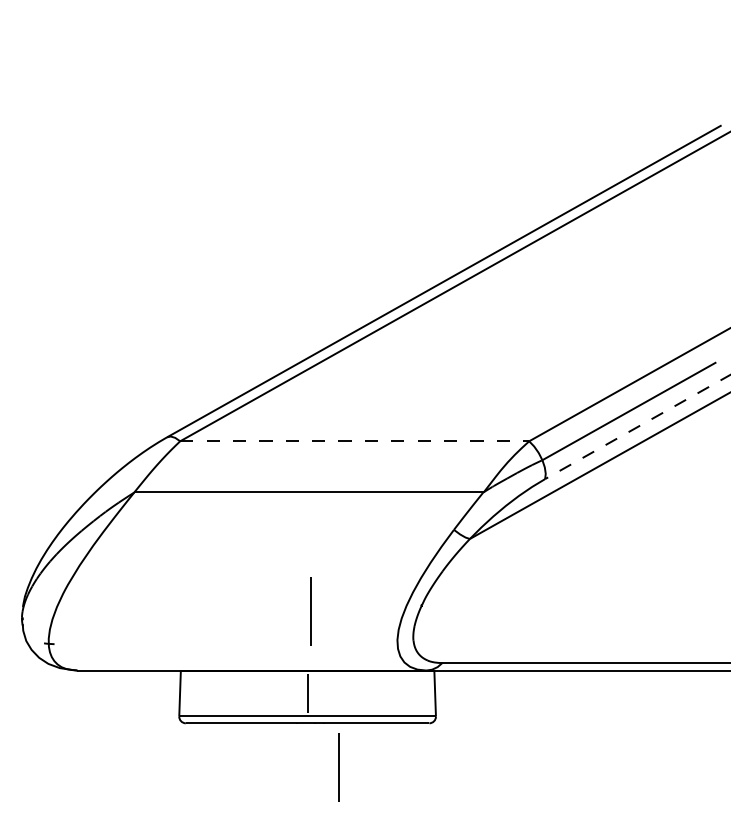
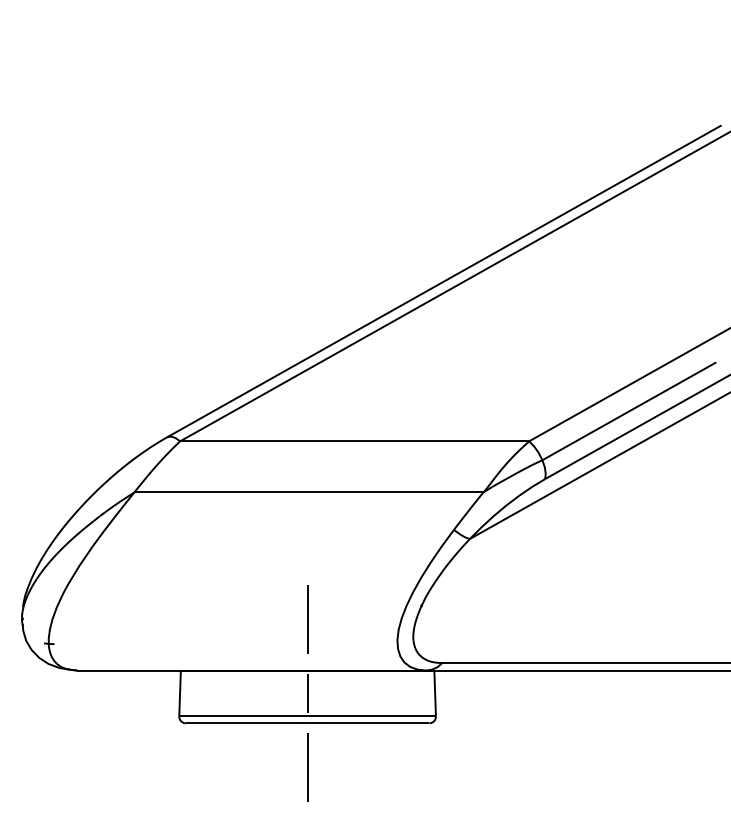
line at (637, 427): dashed -> solid
line at (354, 441): dashed -> solid
line at (310, 611) position: (310, 611) -> (307, 619)
line at (338, 767) position: (338, 767) -> (307, 767)
